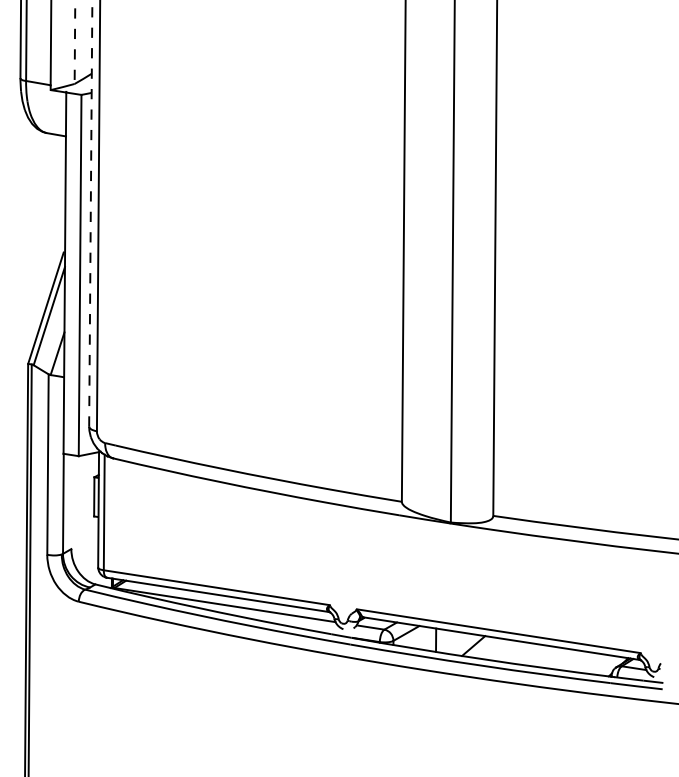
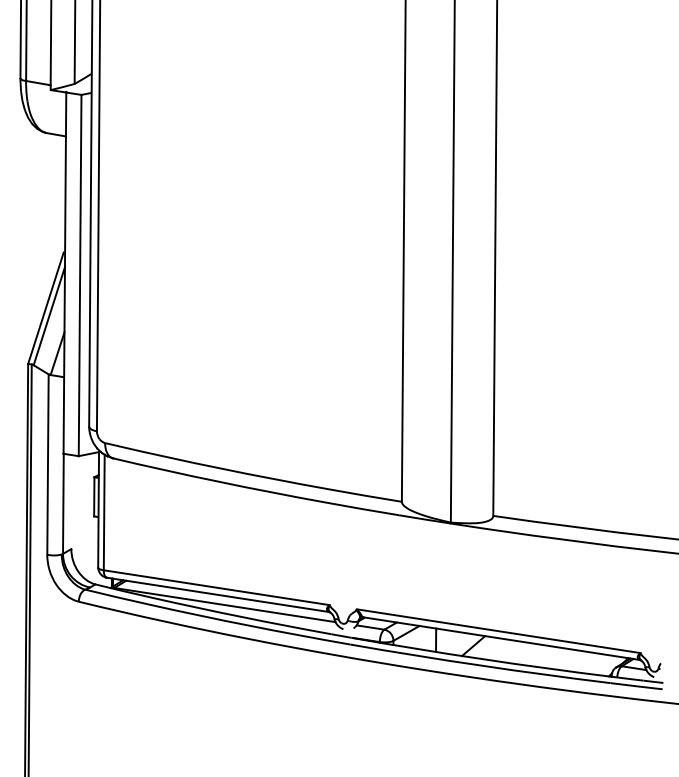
line at (74, 42): dashed -> solid
line at (90, 213): dashed -> solid
